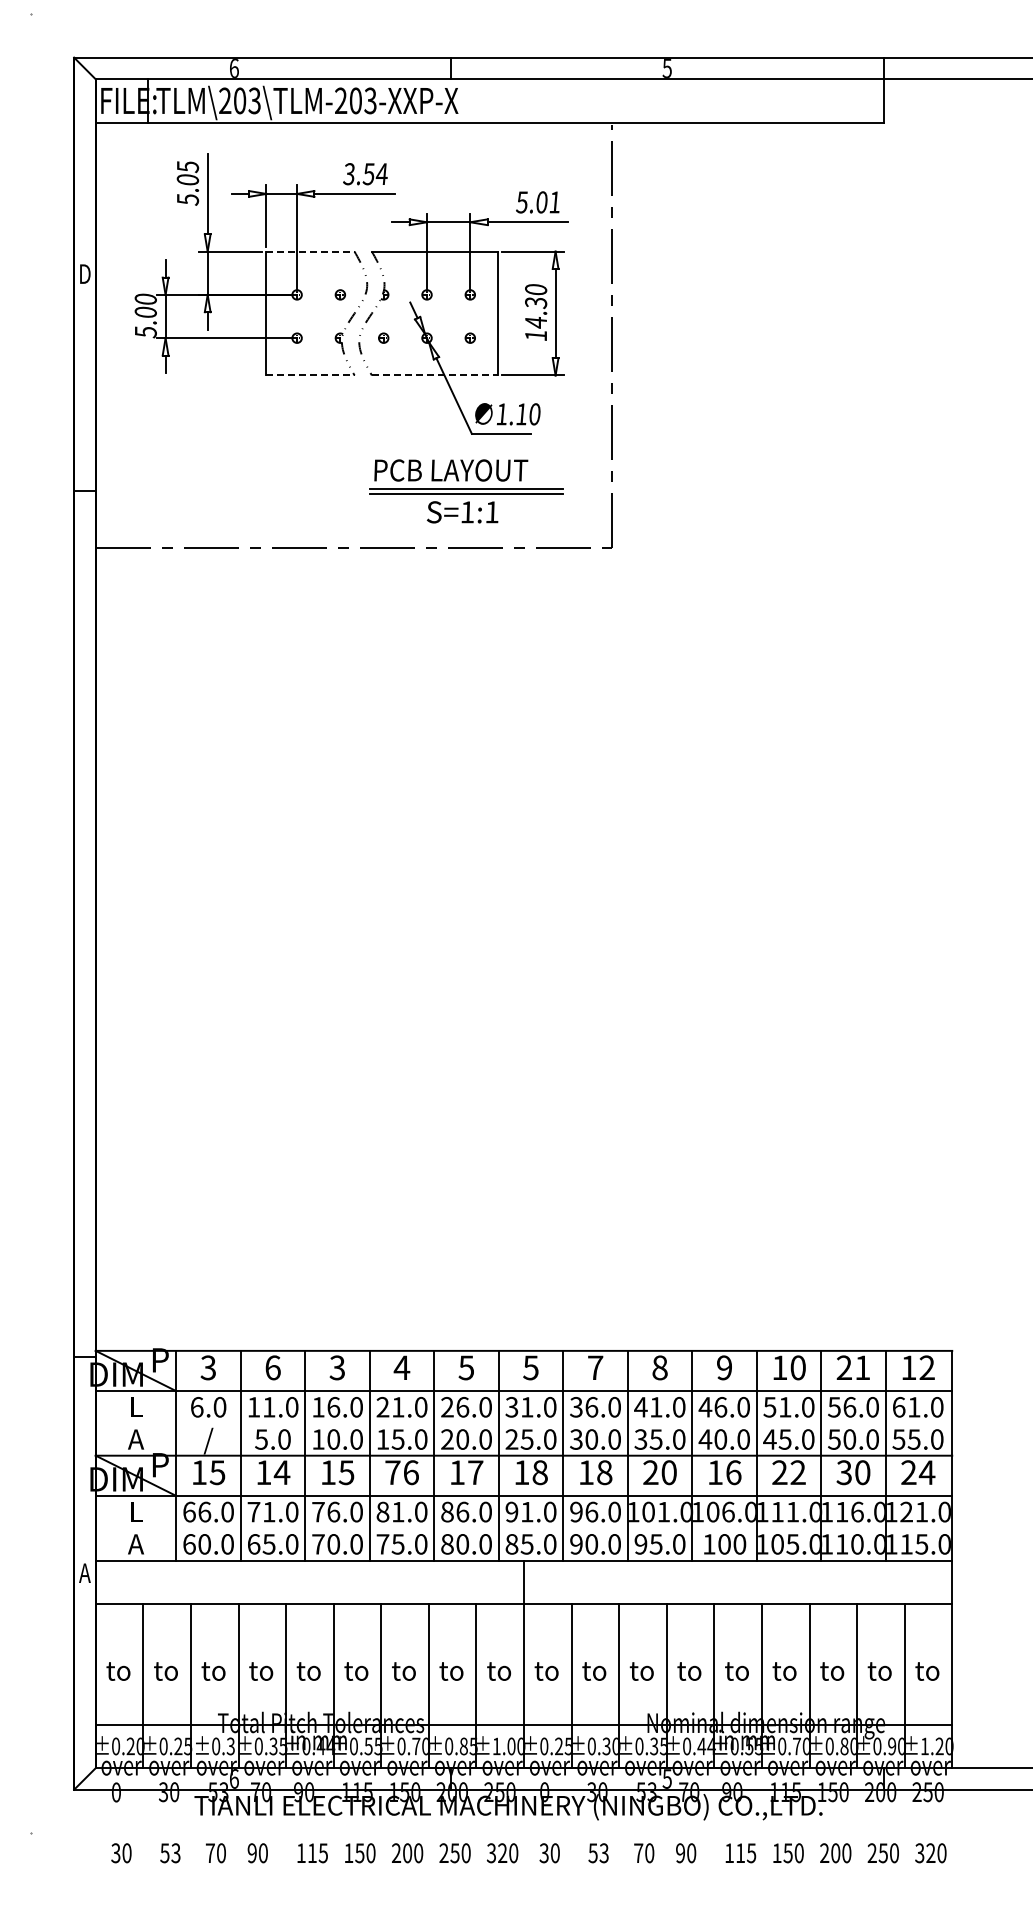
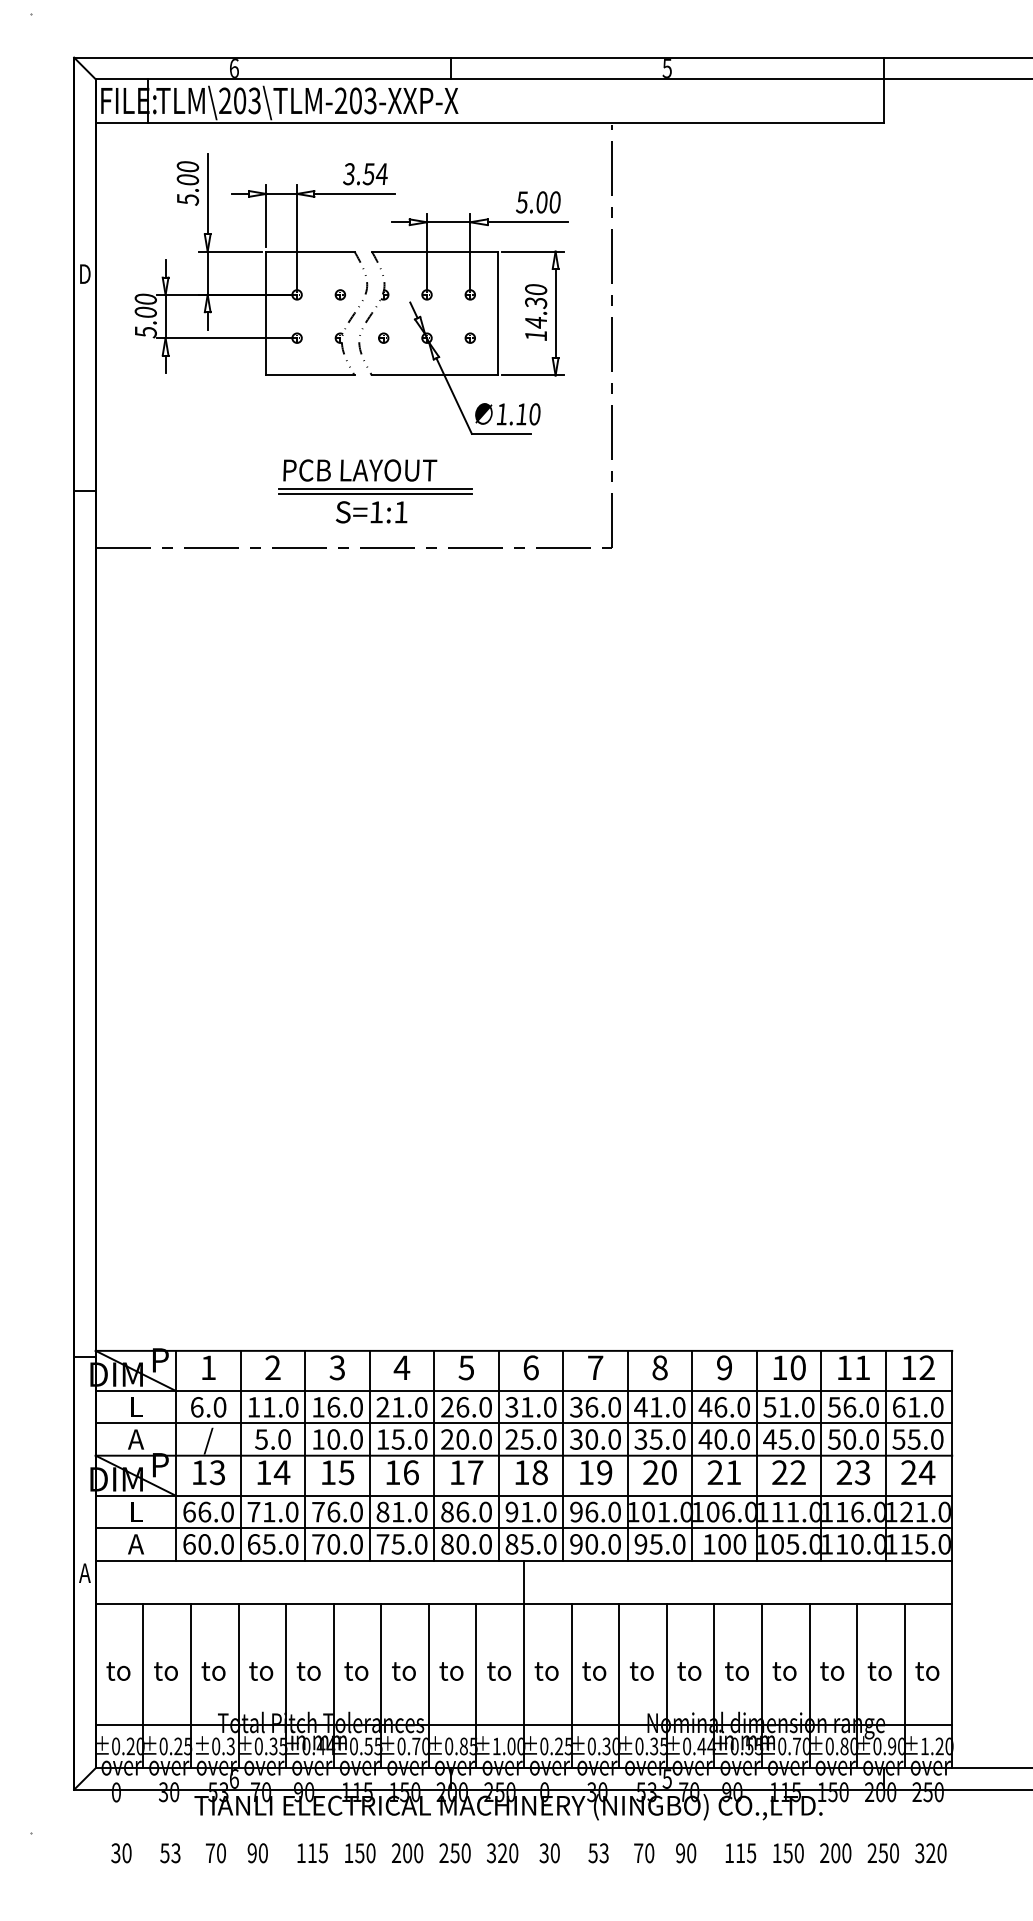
text at (187, 167): 5.05 -> 5.00
text at (554, 202): 5.01 -> 5.00
line at (311, 251): dashed -> solid
line at (311, 375): dashed -> solid
line at (434, 375): dashed -> solid
part at (466, 491) position: (466, 491) -> (375, 491)
text at (207, 1367): 3 -> 1
text at (272, 1367): 6 -> 2
text at (530, 1367): 5 -> 6
text at (843, 1367): 21 -> 11
line at (523, 1423): none -> present
text at (217, 1472): 15 -> 13
text at (392, 1472): 76 -> 16
text at (604, 1472): 18 -> 19
text at (724, 1472): 16 -> 21
text at (853, 1472): 30 -> 23
line at (523, 1528): none -> present
